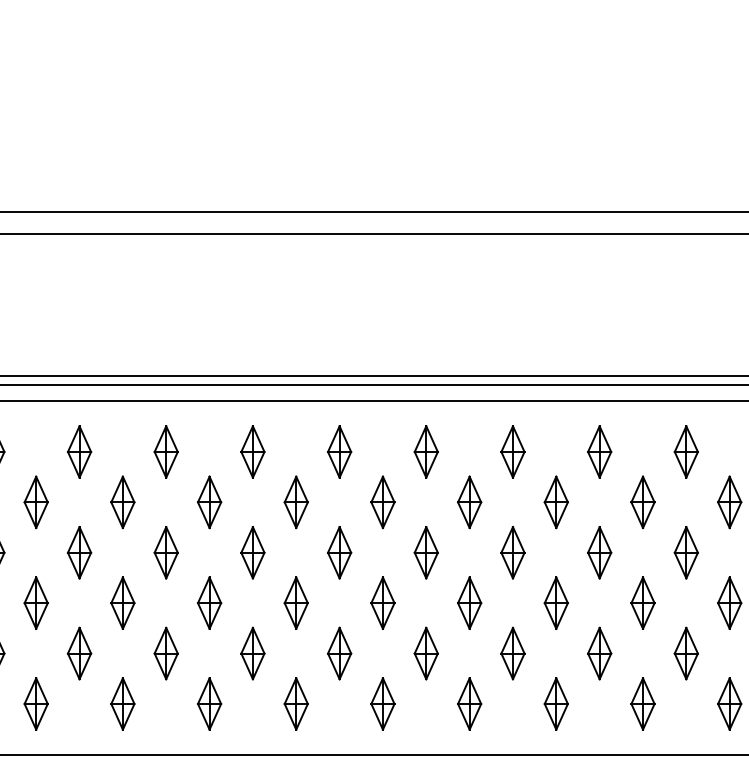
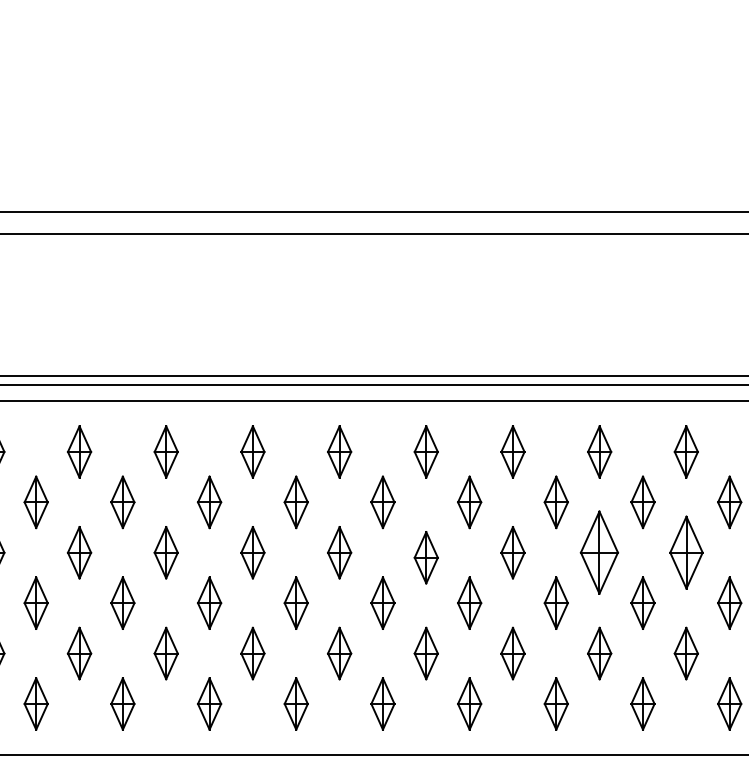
part at (425, 552) position: (425, 552) -> (425, 557)
part at (599, 552) size: 26x54 px -> 40x85 px
part at (685, 552) size: 26x54 px -> 35x75 px
